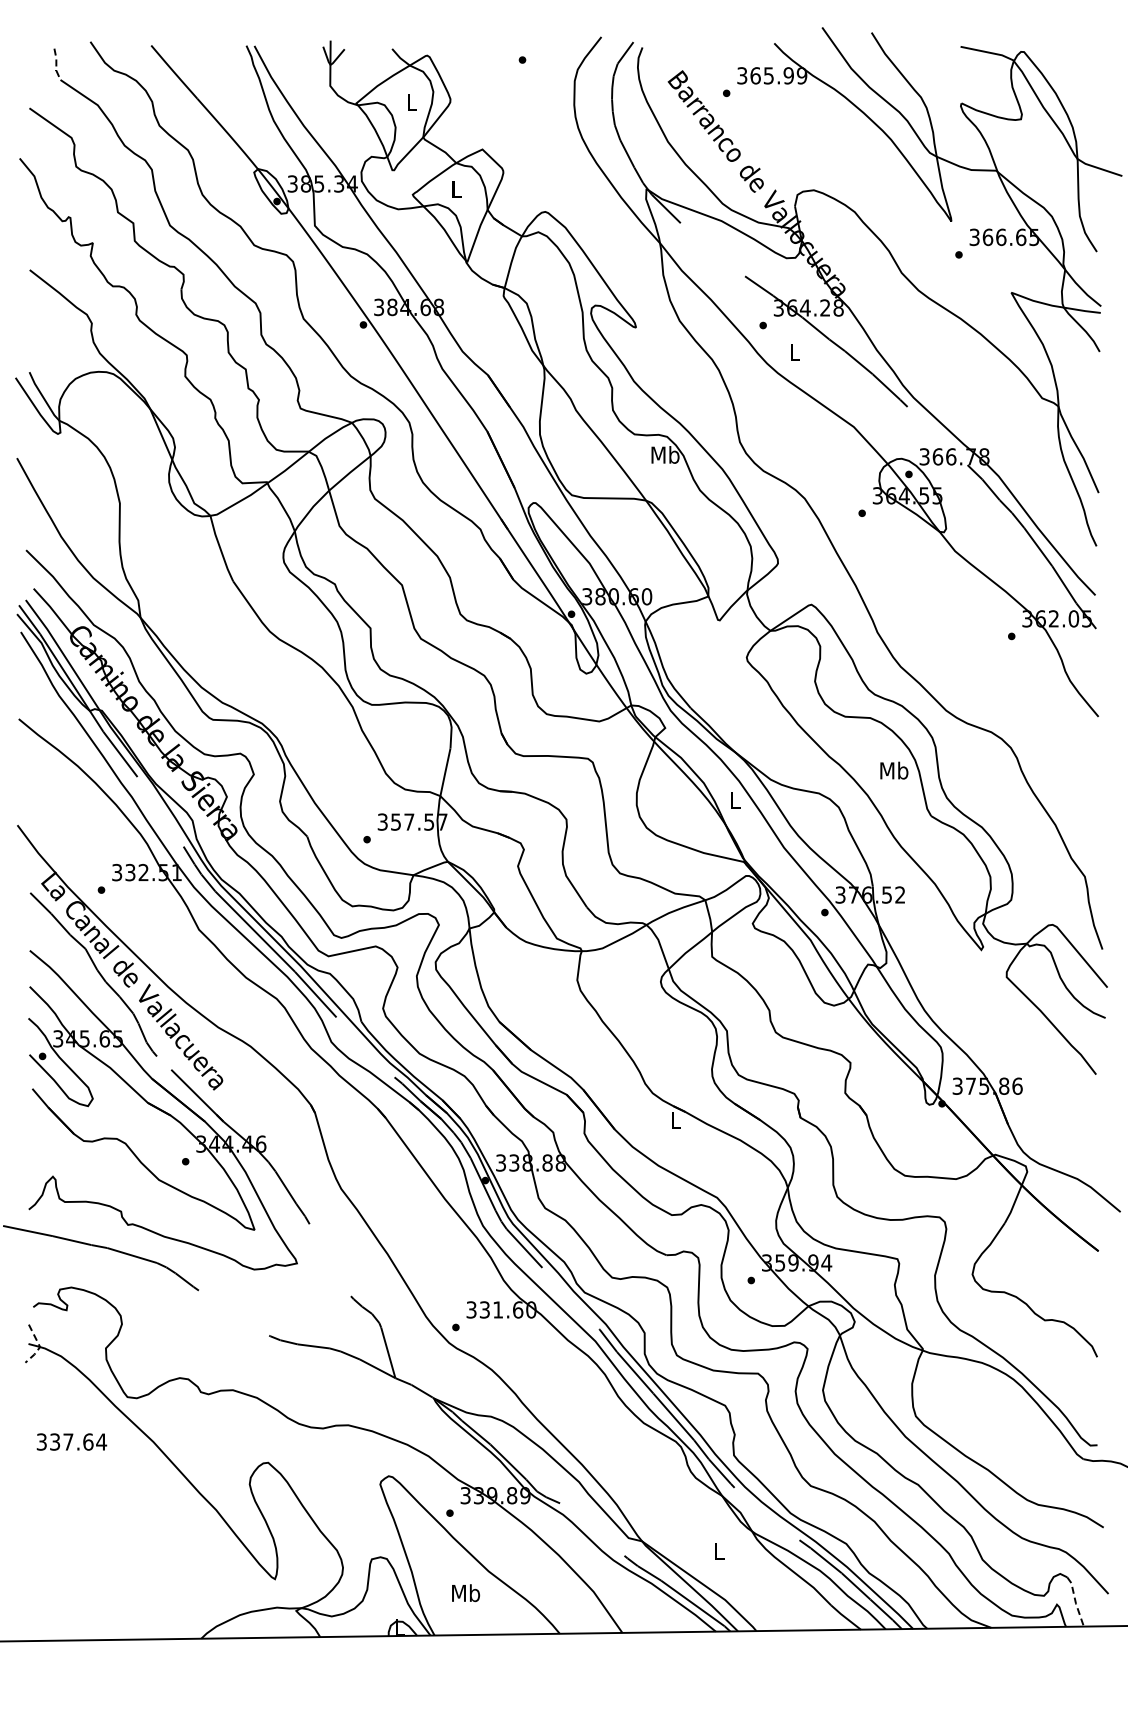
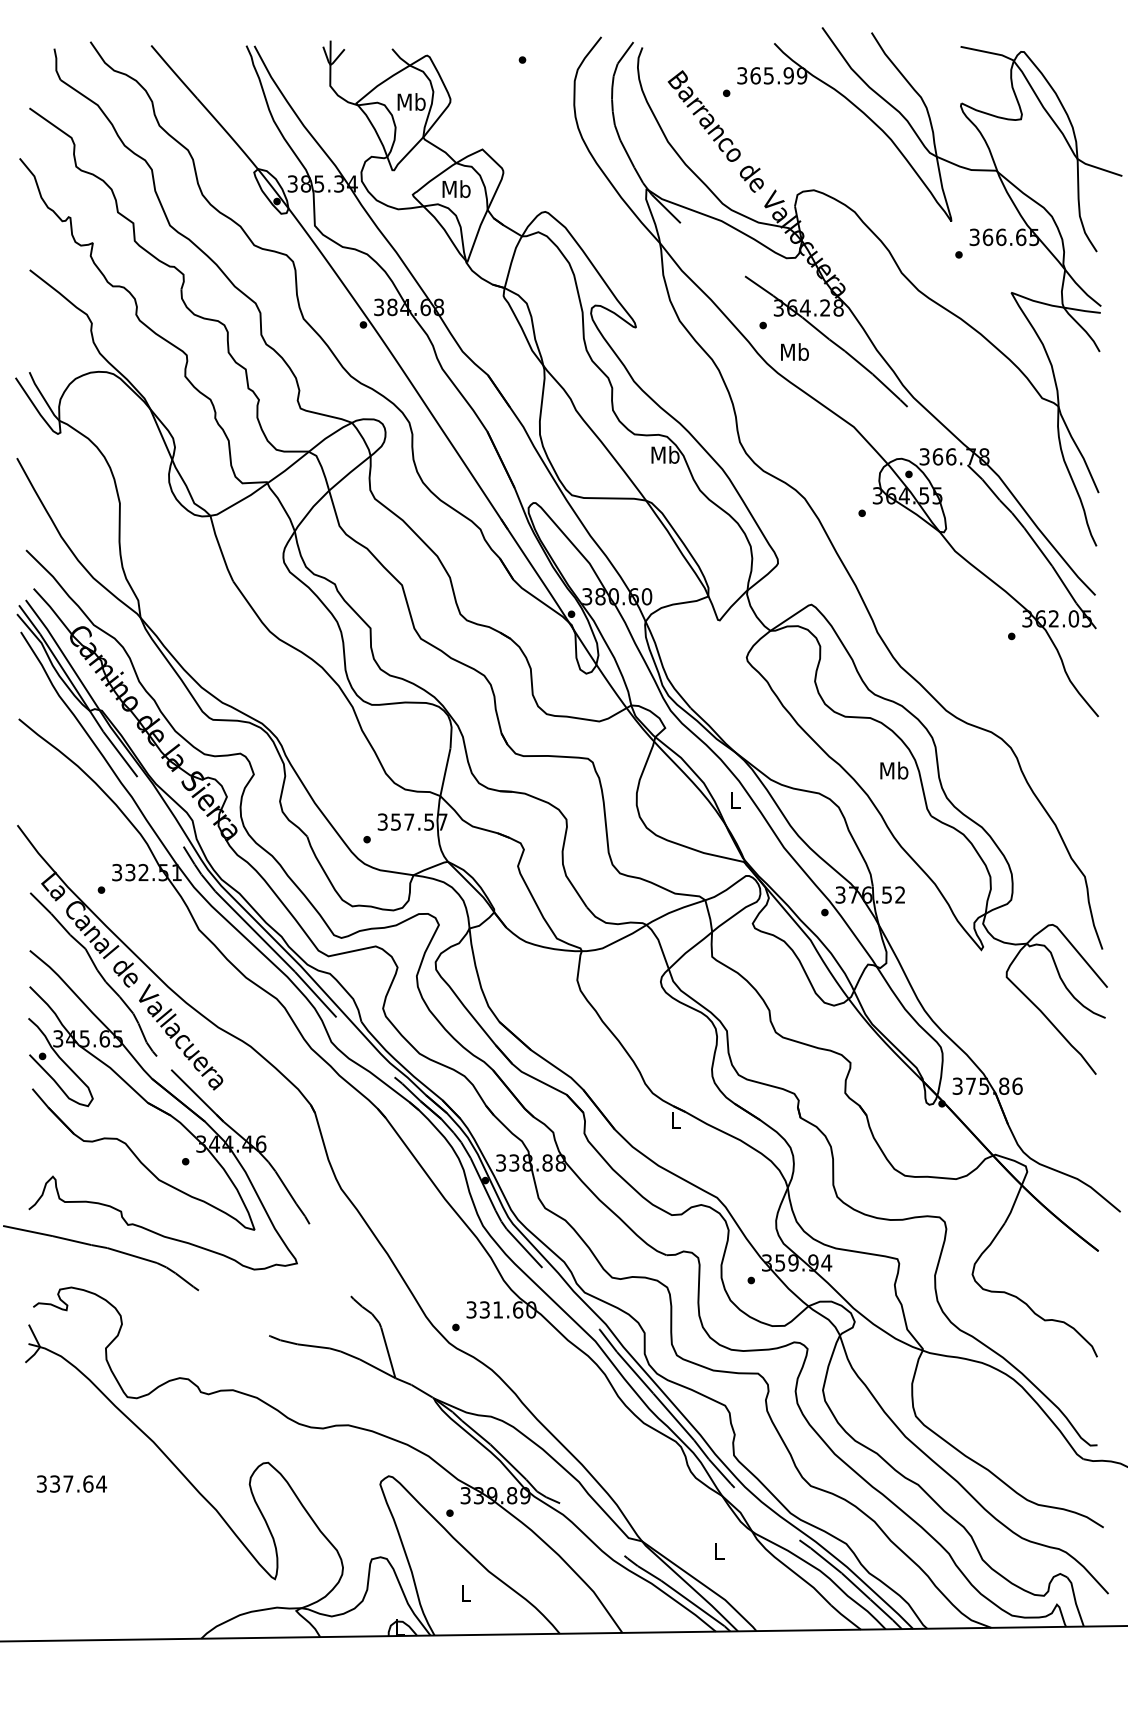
line at (56, 64): dashed -> solid
text at (411, 101): L -> Mb
text at (456, 189): L -> Mb
text at (794, 351): L -> Mb
line at (40, 1347): dashed -> solid
text at (71, 1441) position: (71, 1441) -> (71, 1483)
text at (466, 1593): Mb -> L
line at (1075, 1601): dashed -> solid
